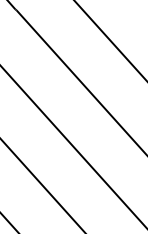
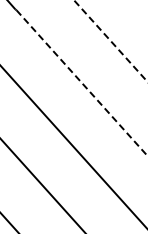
line at (111, 41): solid -> dashed
line at (81, 83): solid -> dashed
